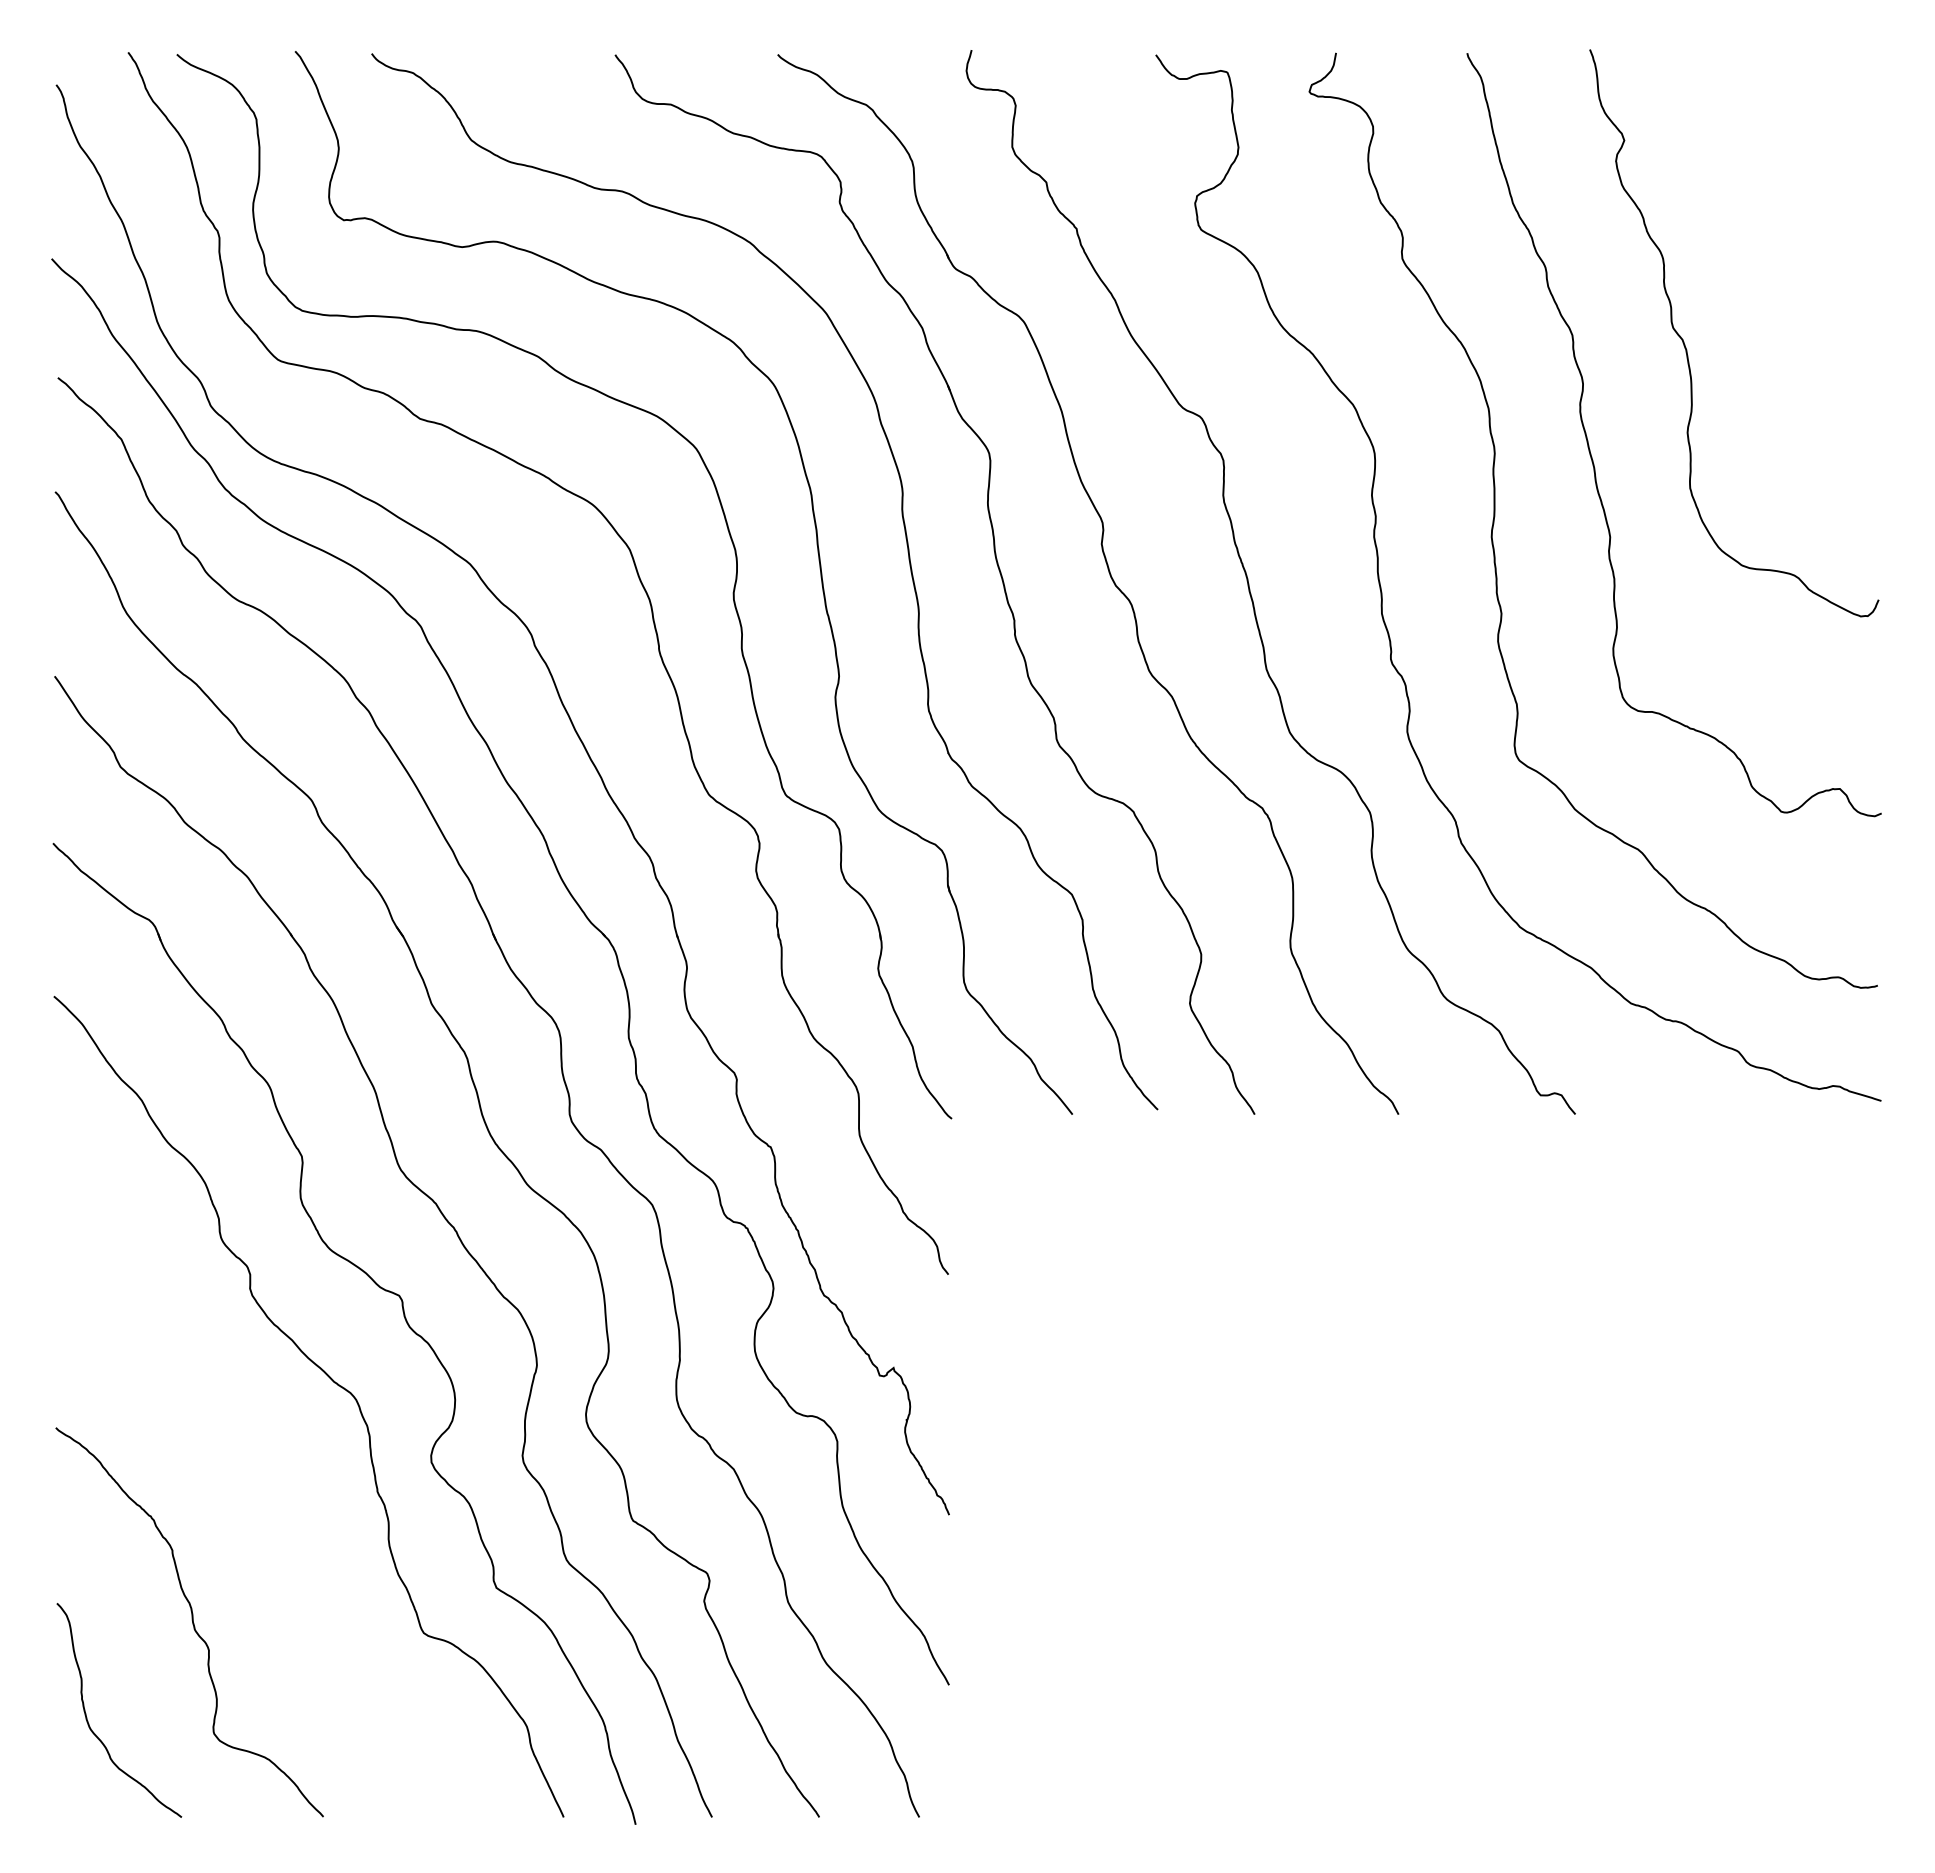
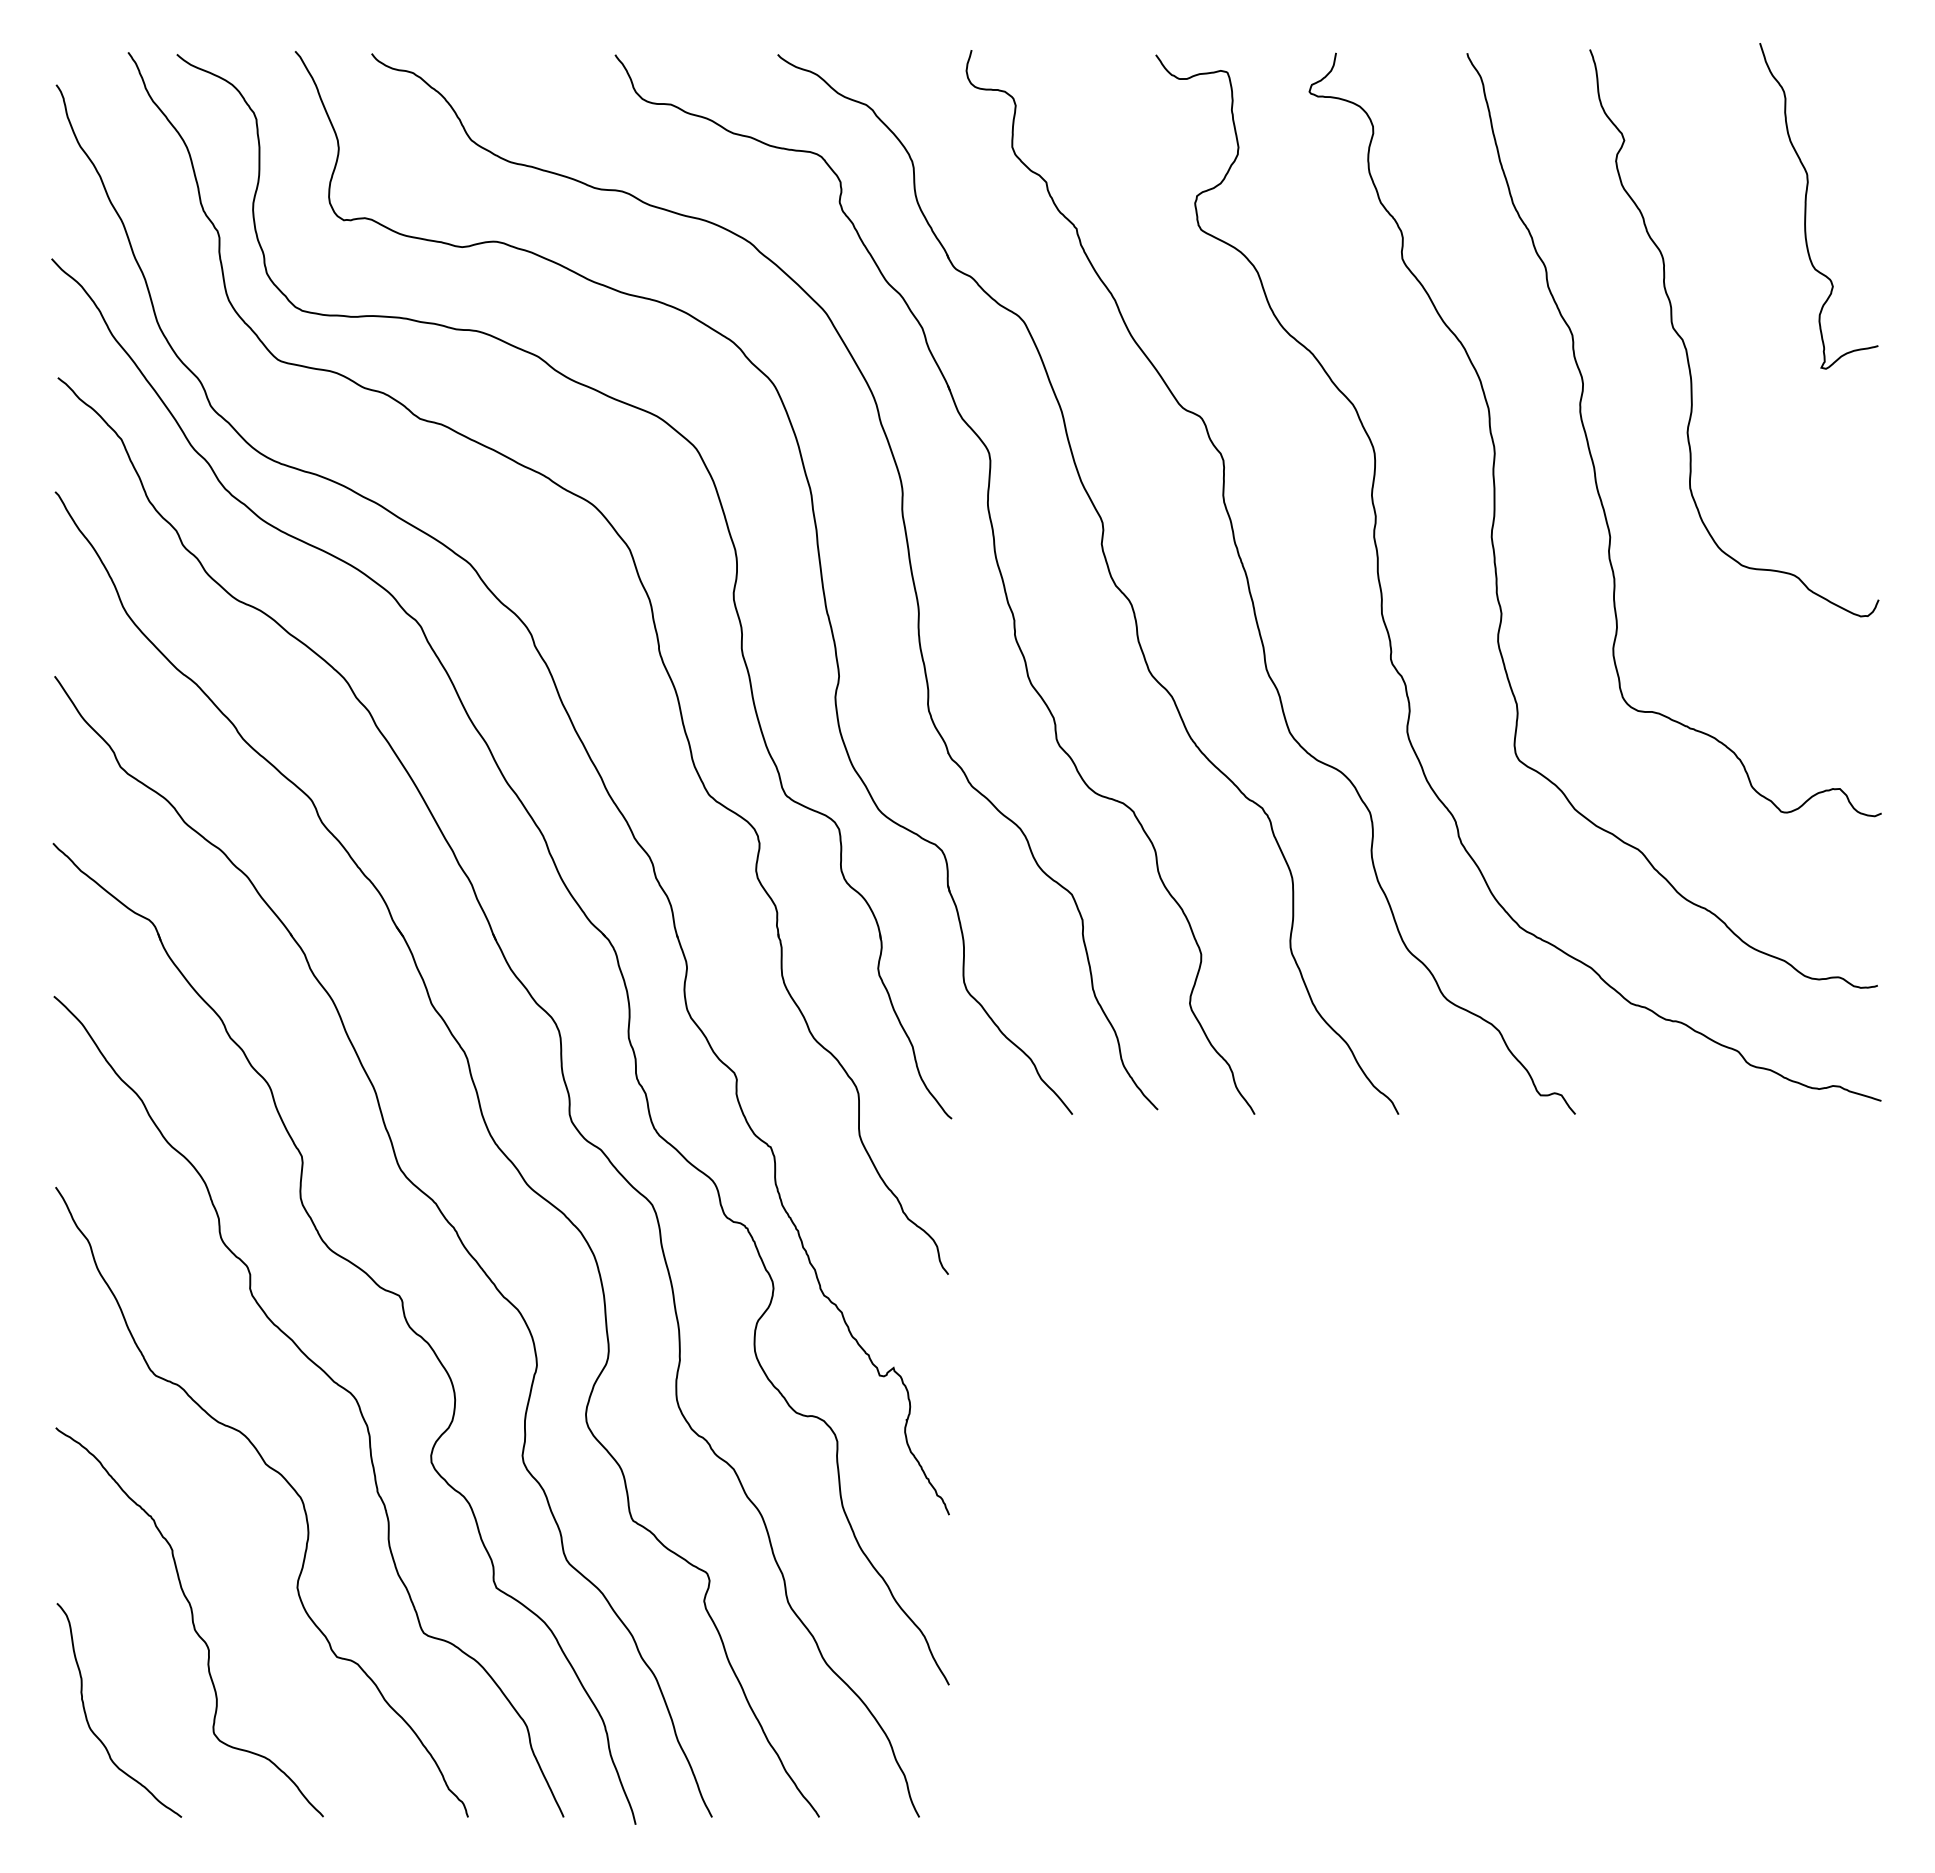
curve at (1806, 206): none -> present
curve at (285, 1481): none -> present
